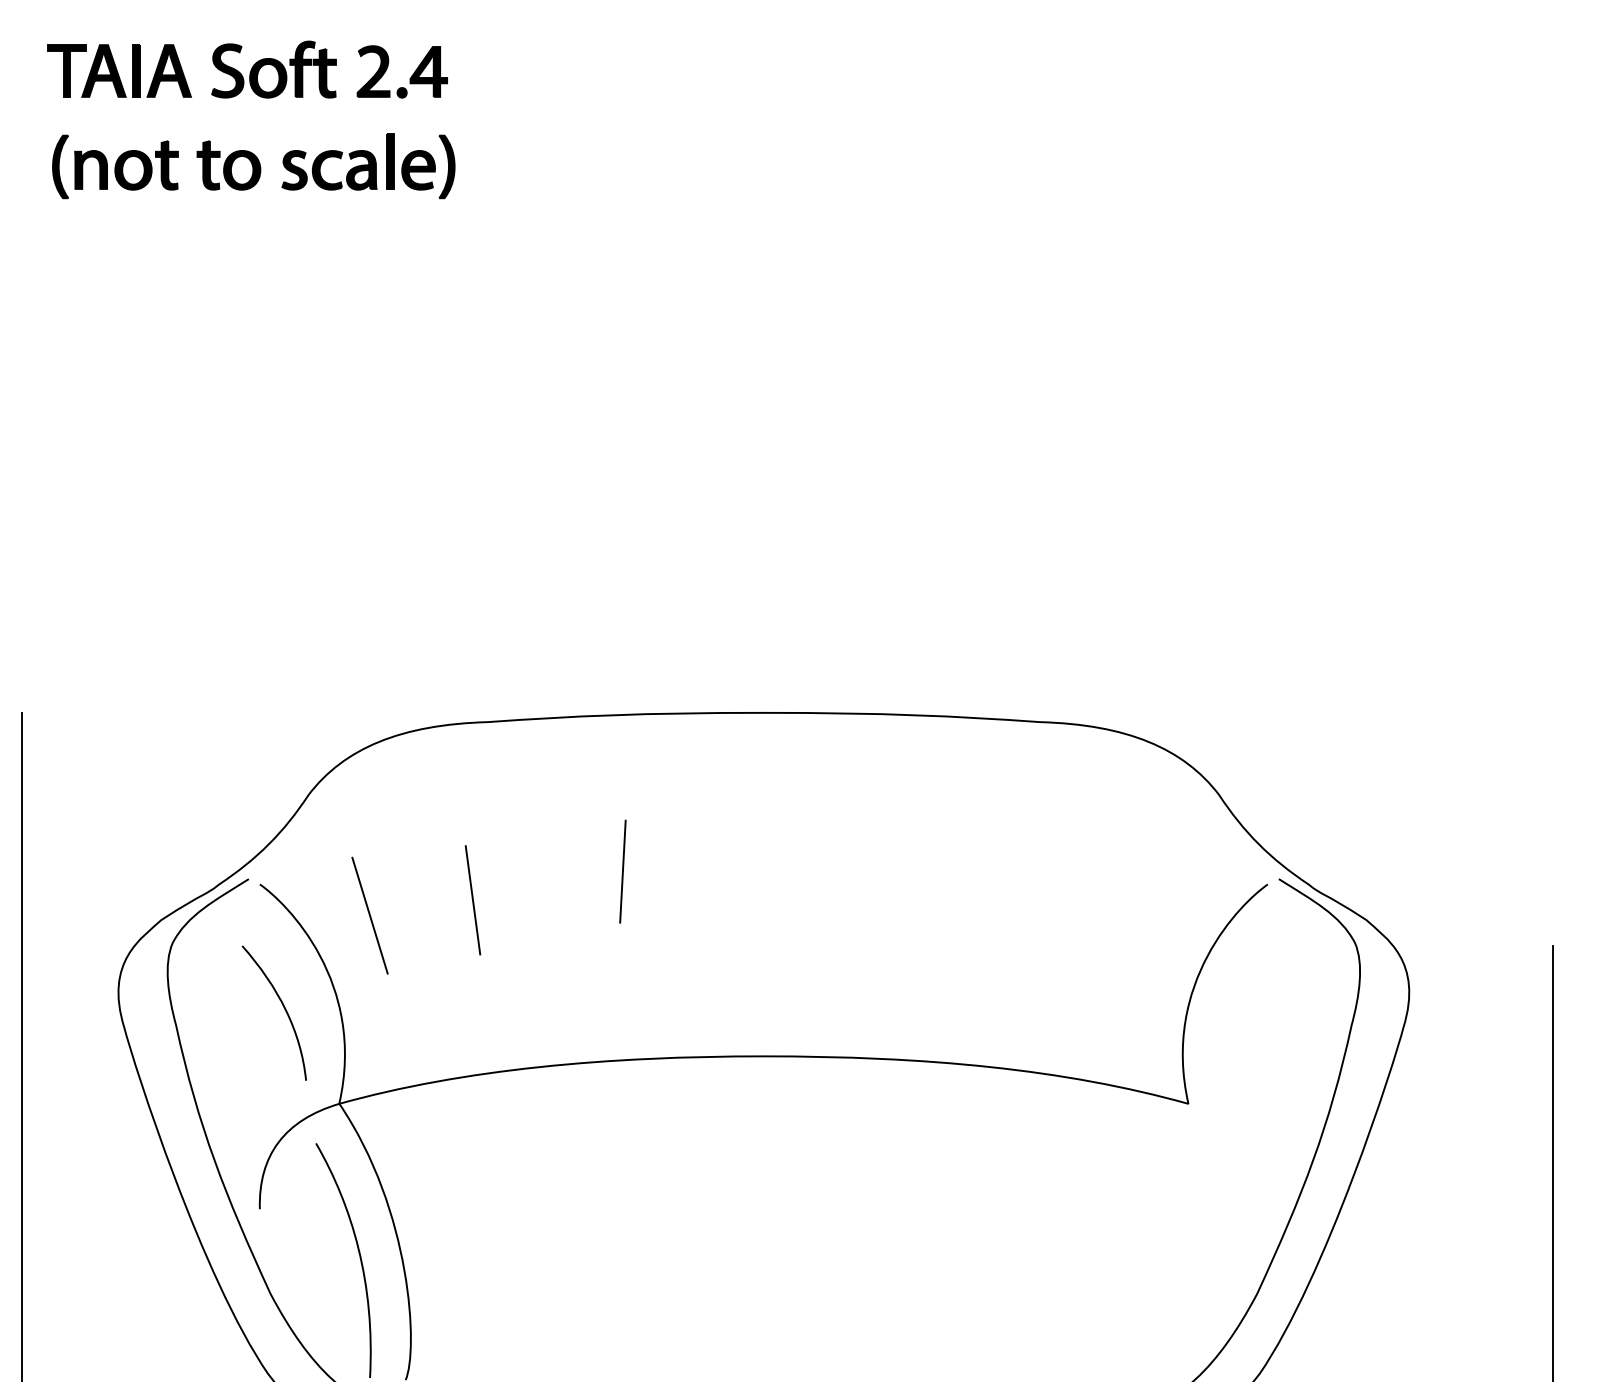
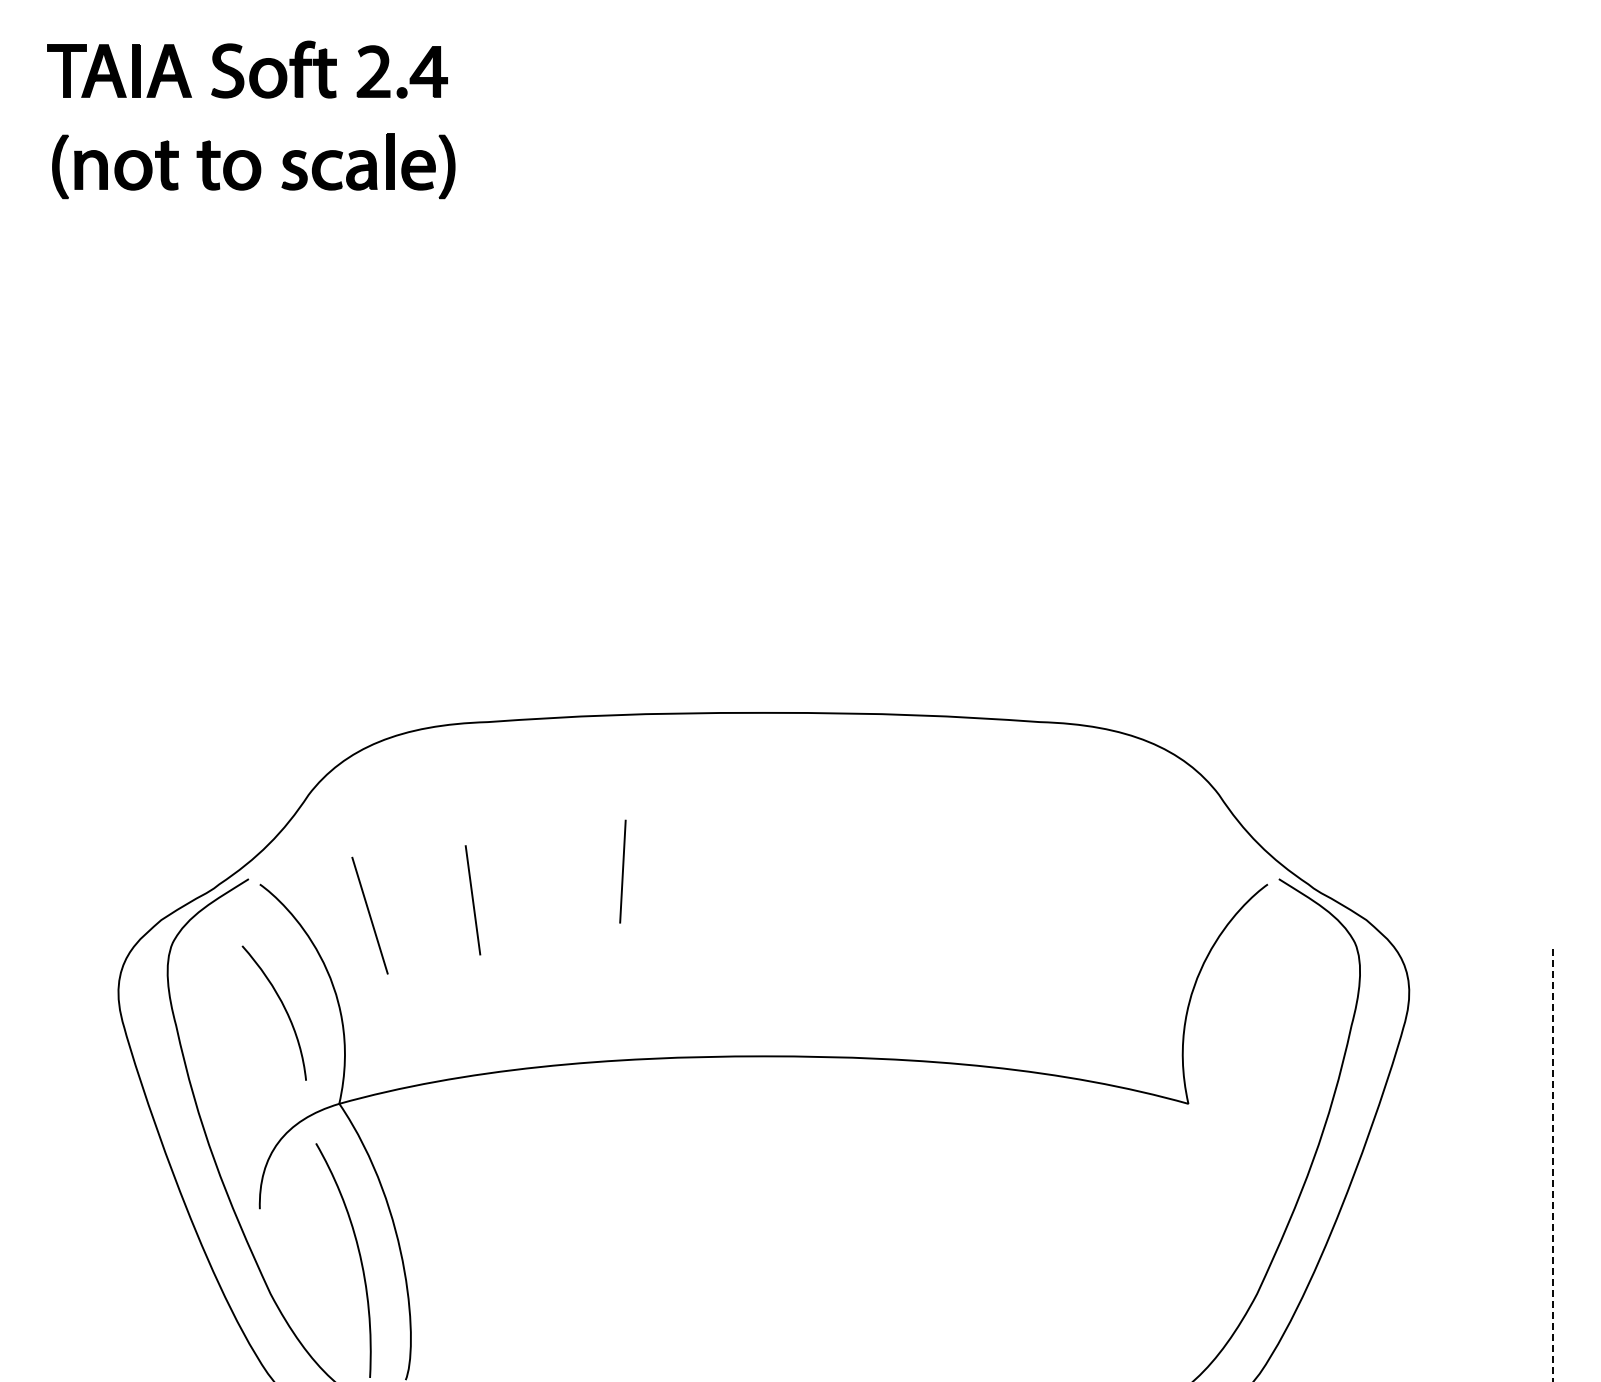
line at (22, 1045): present -> none
line at (1552, 1163): solid -> dashed
